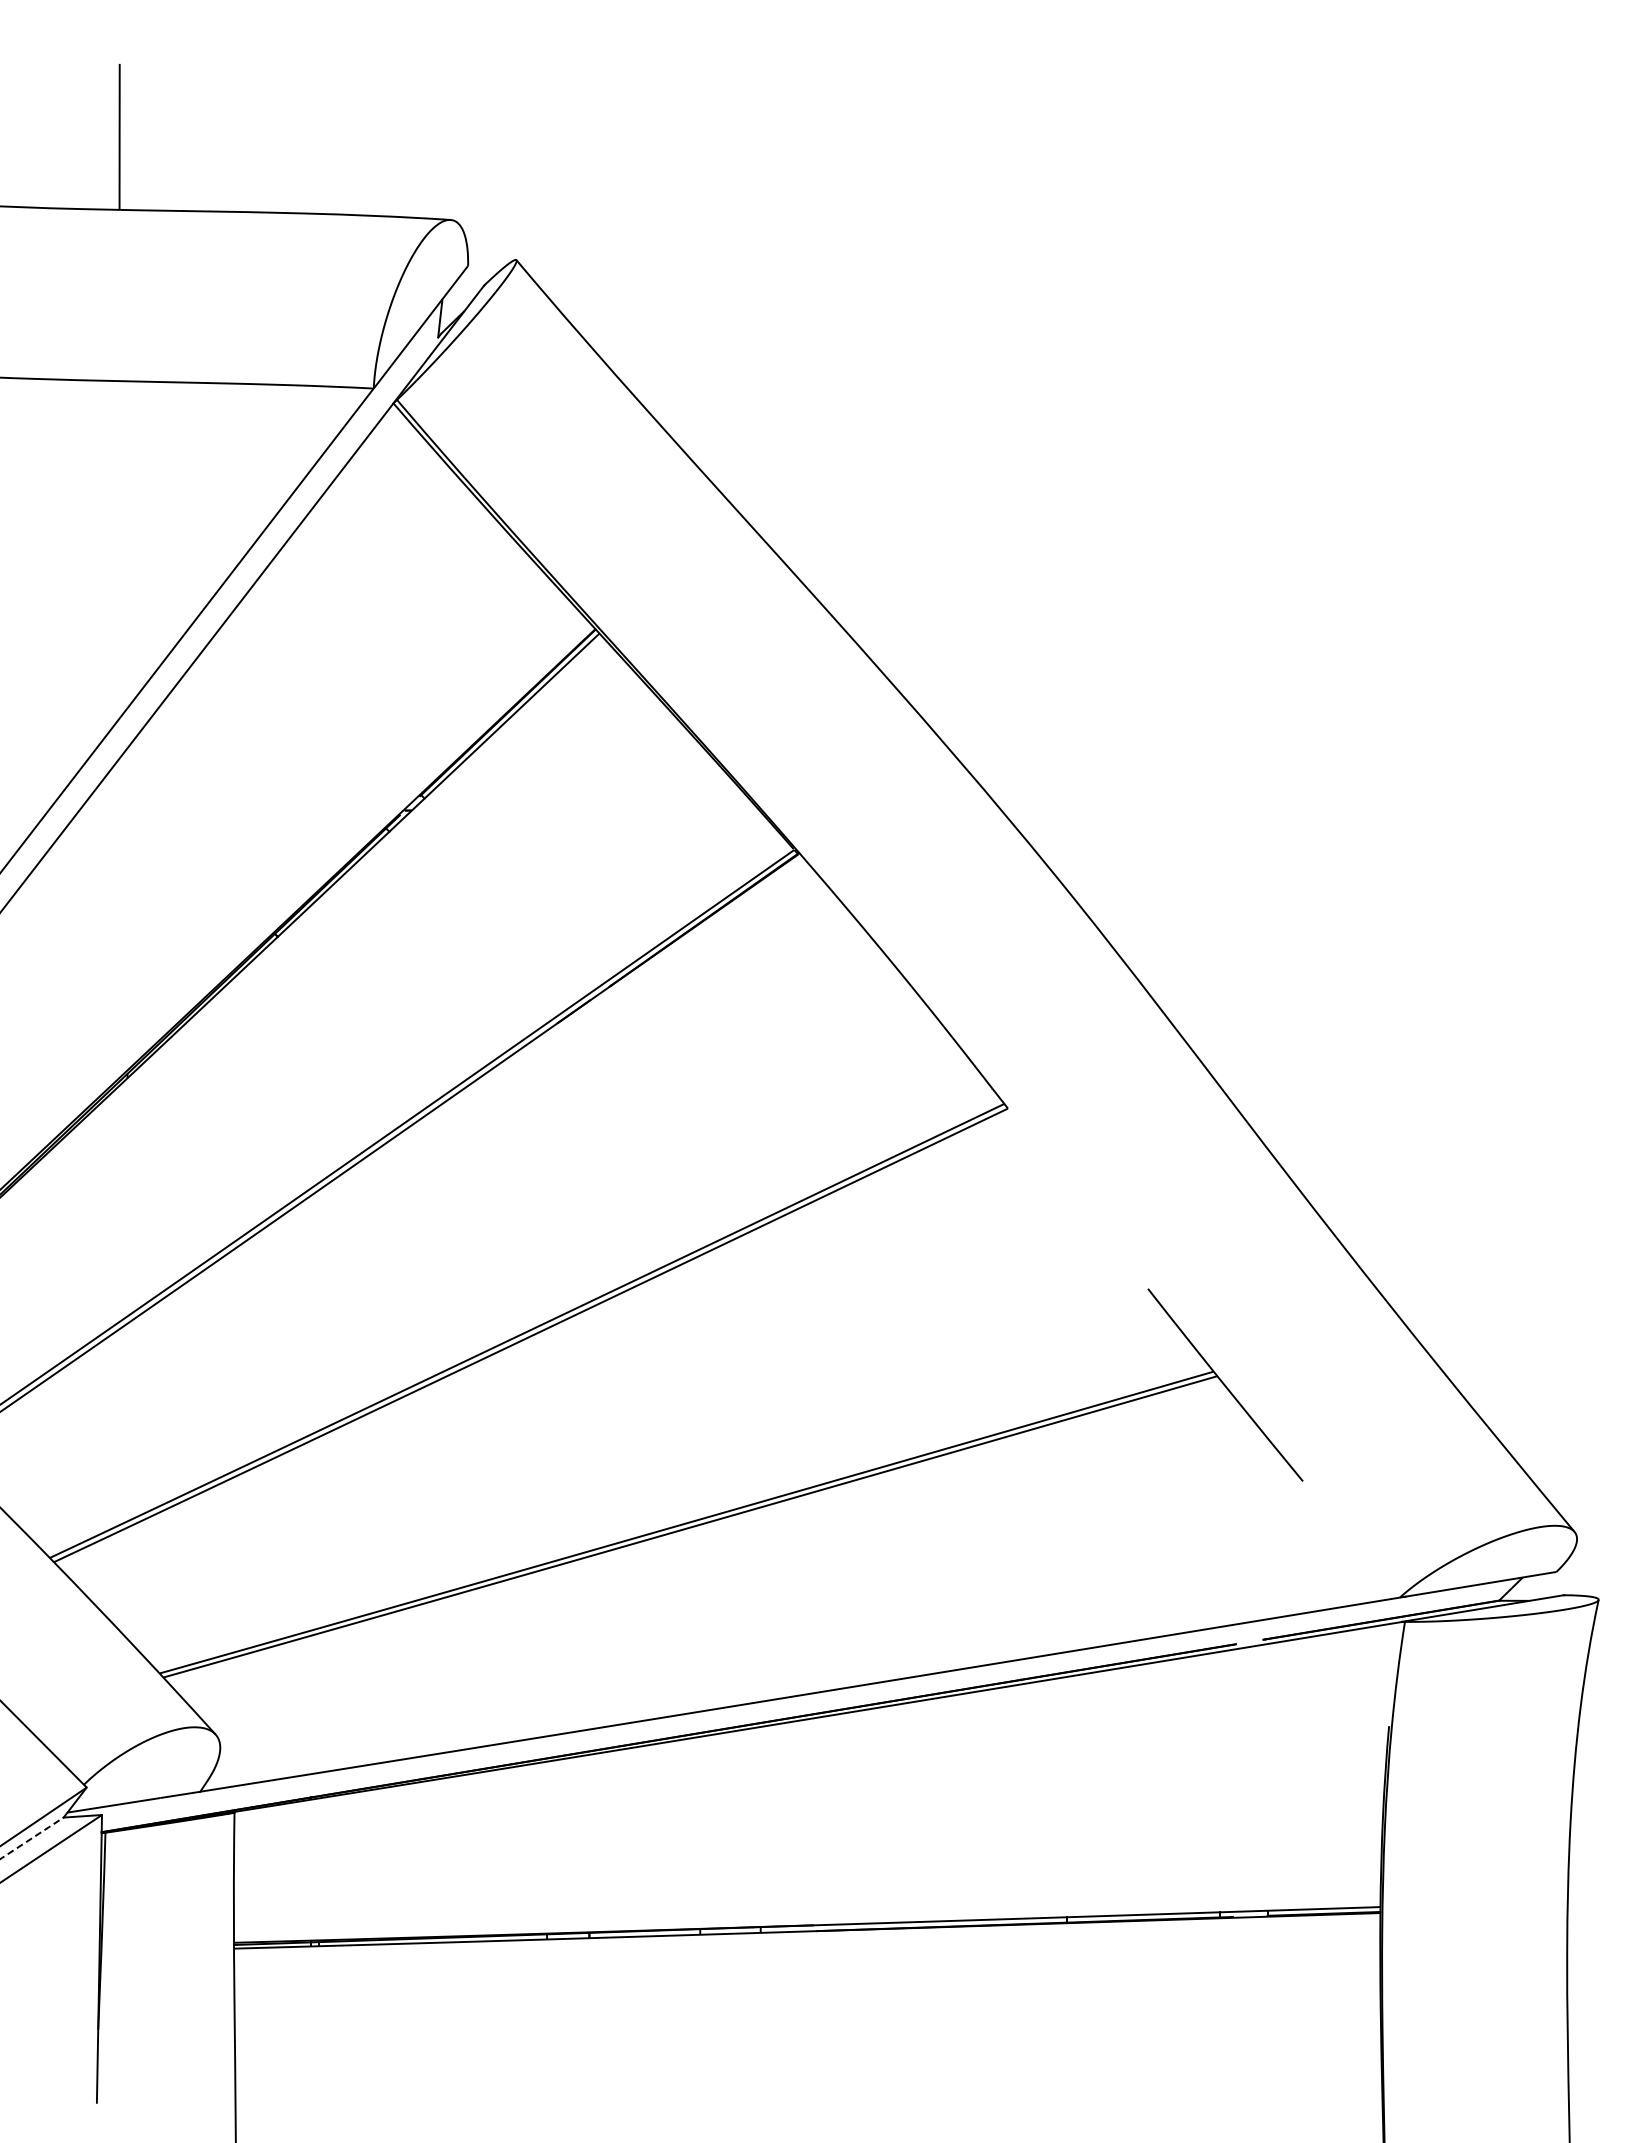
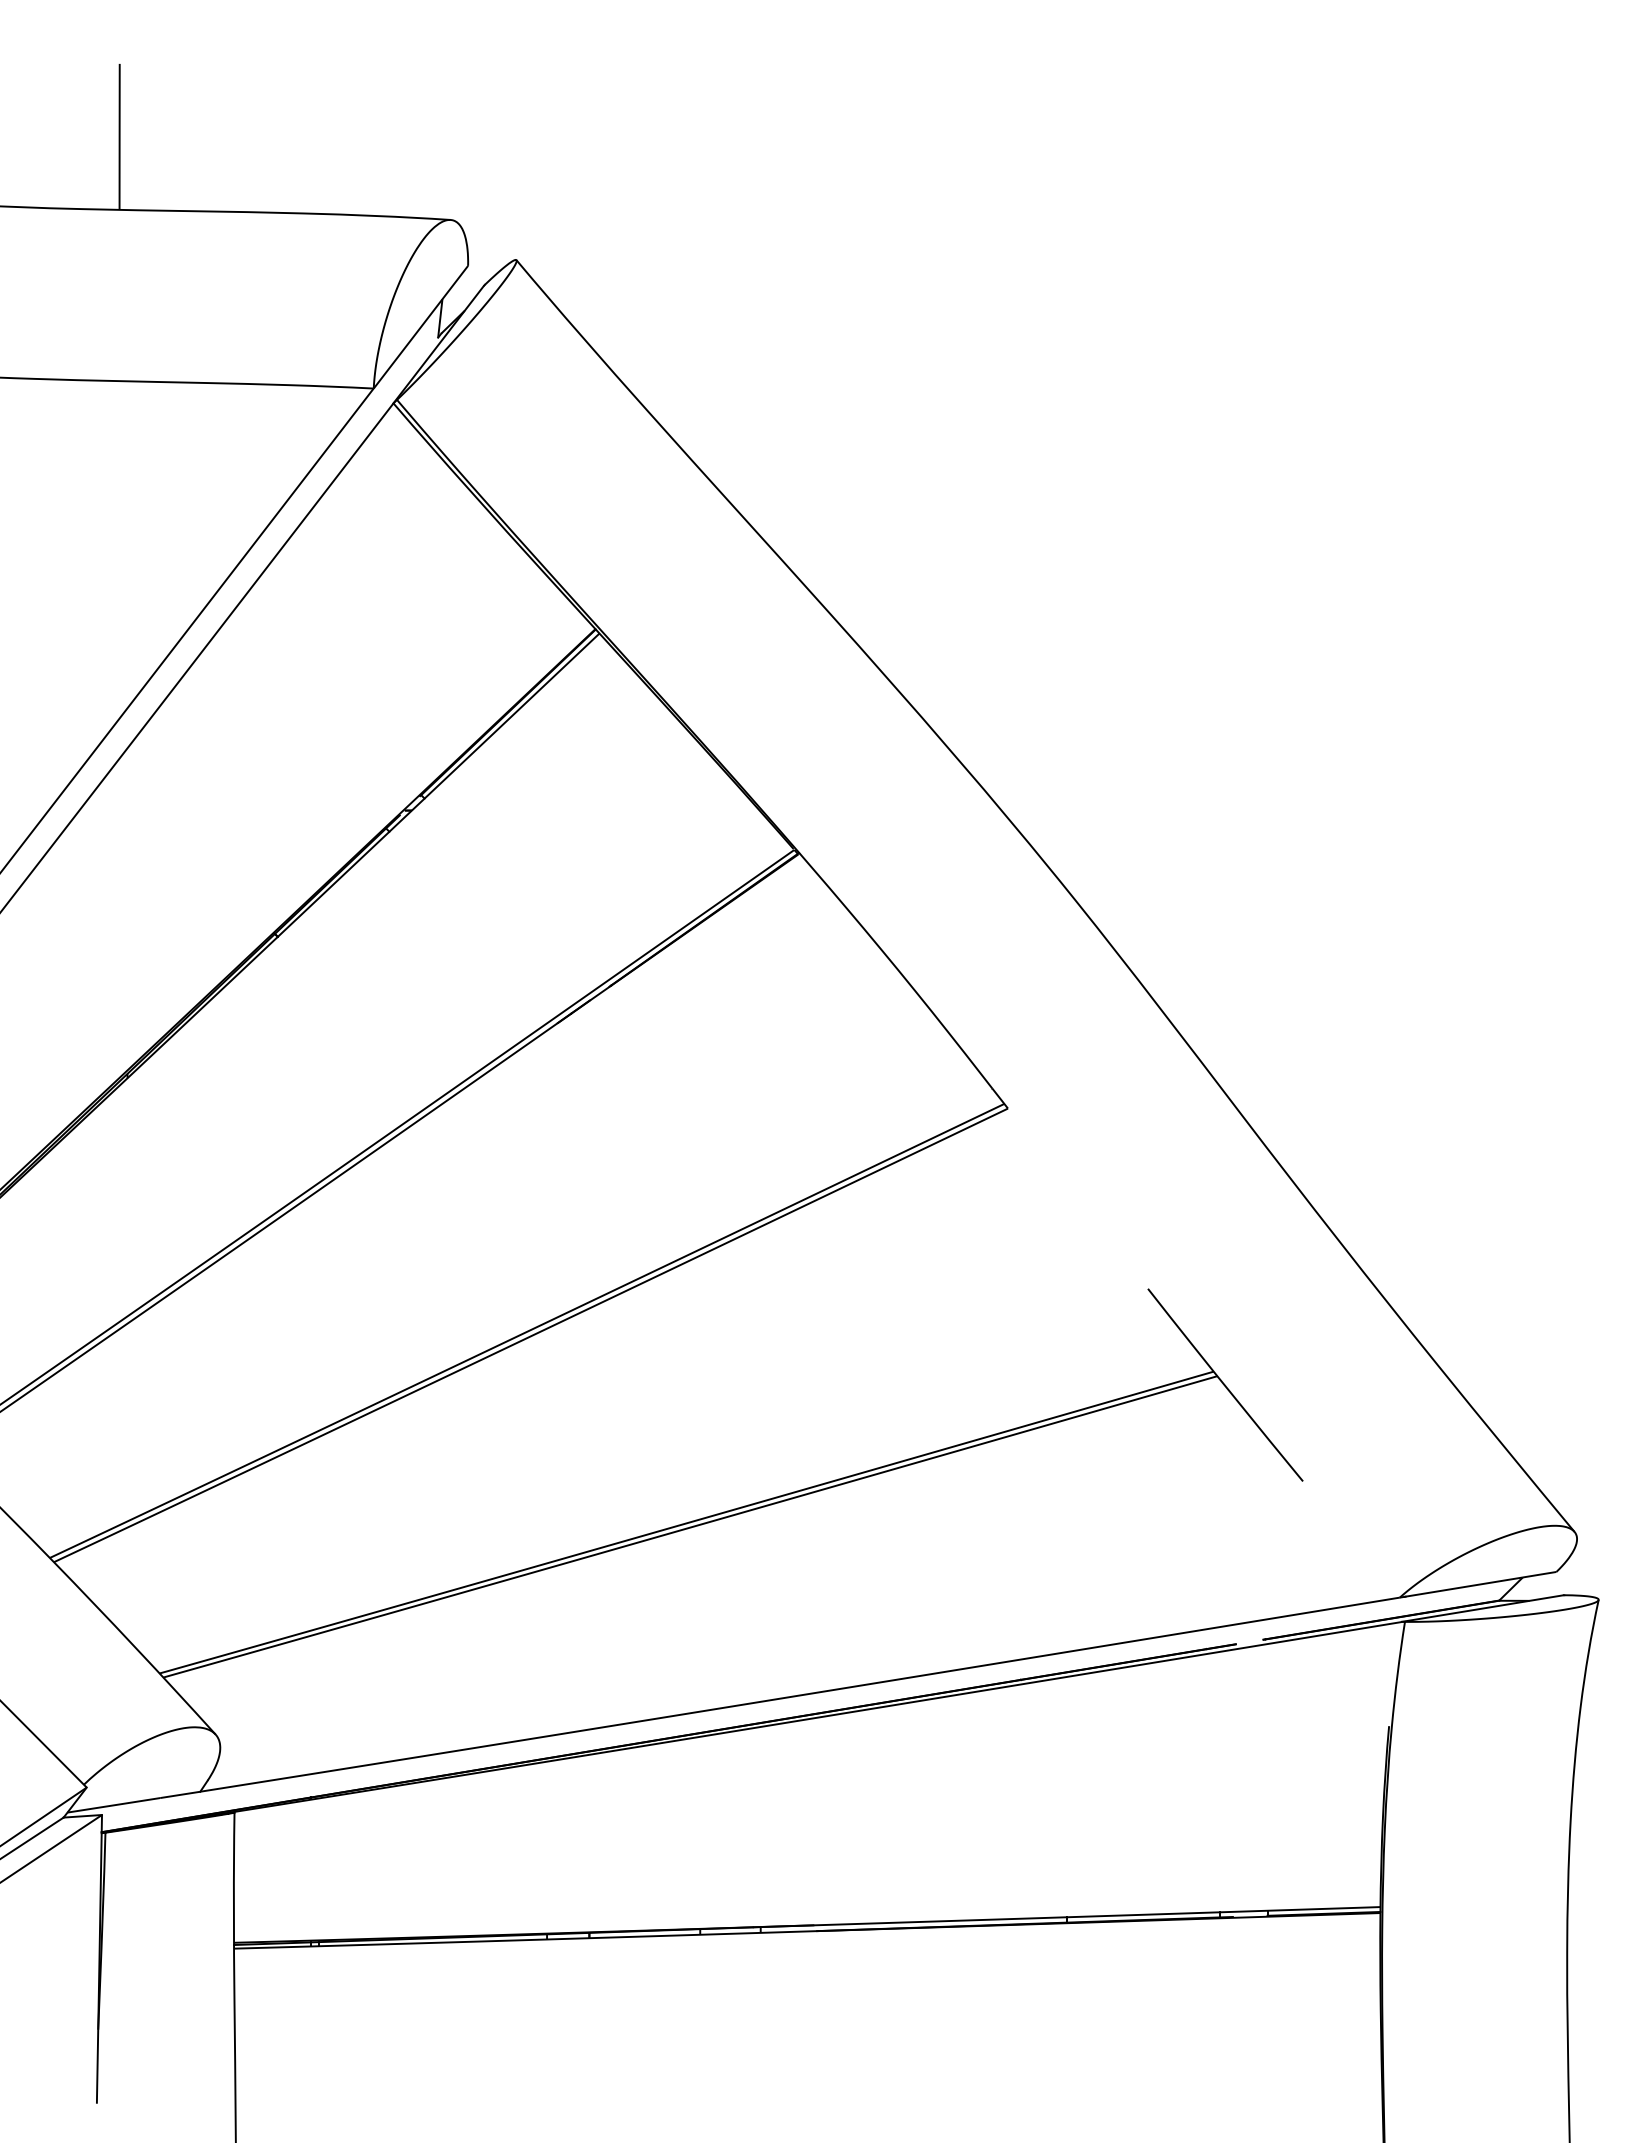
line at (31, 1838): dashed -> solid
